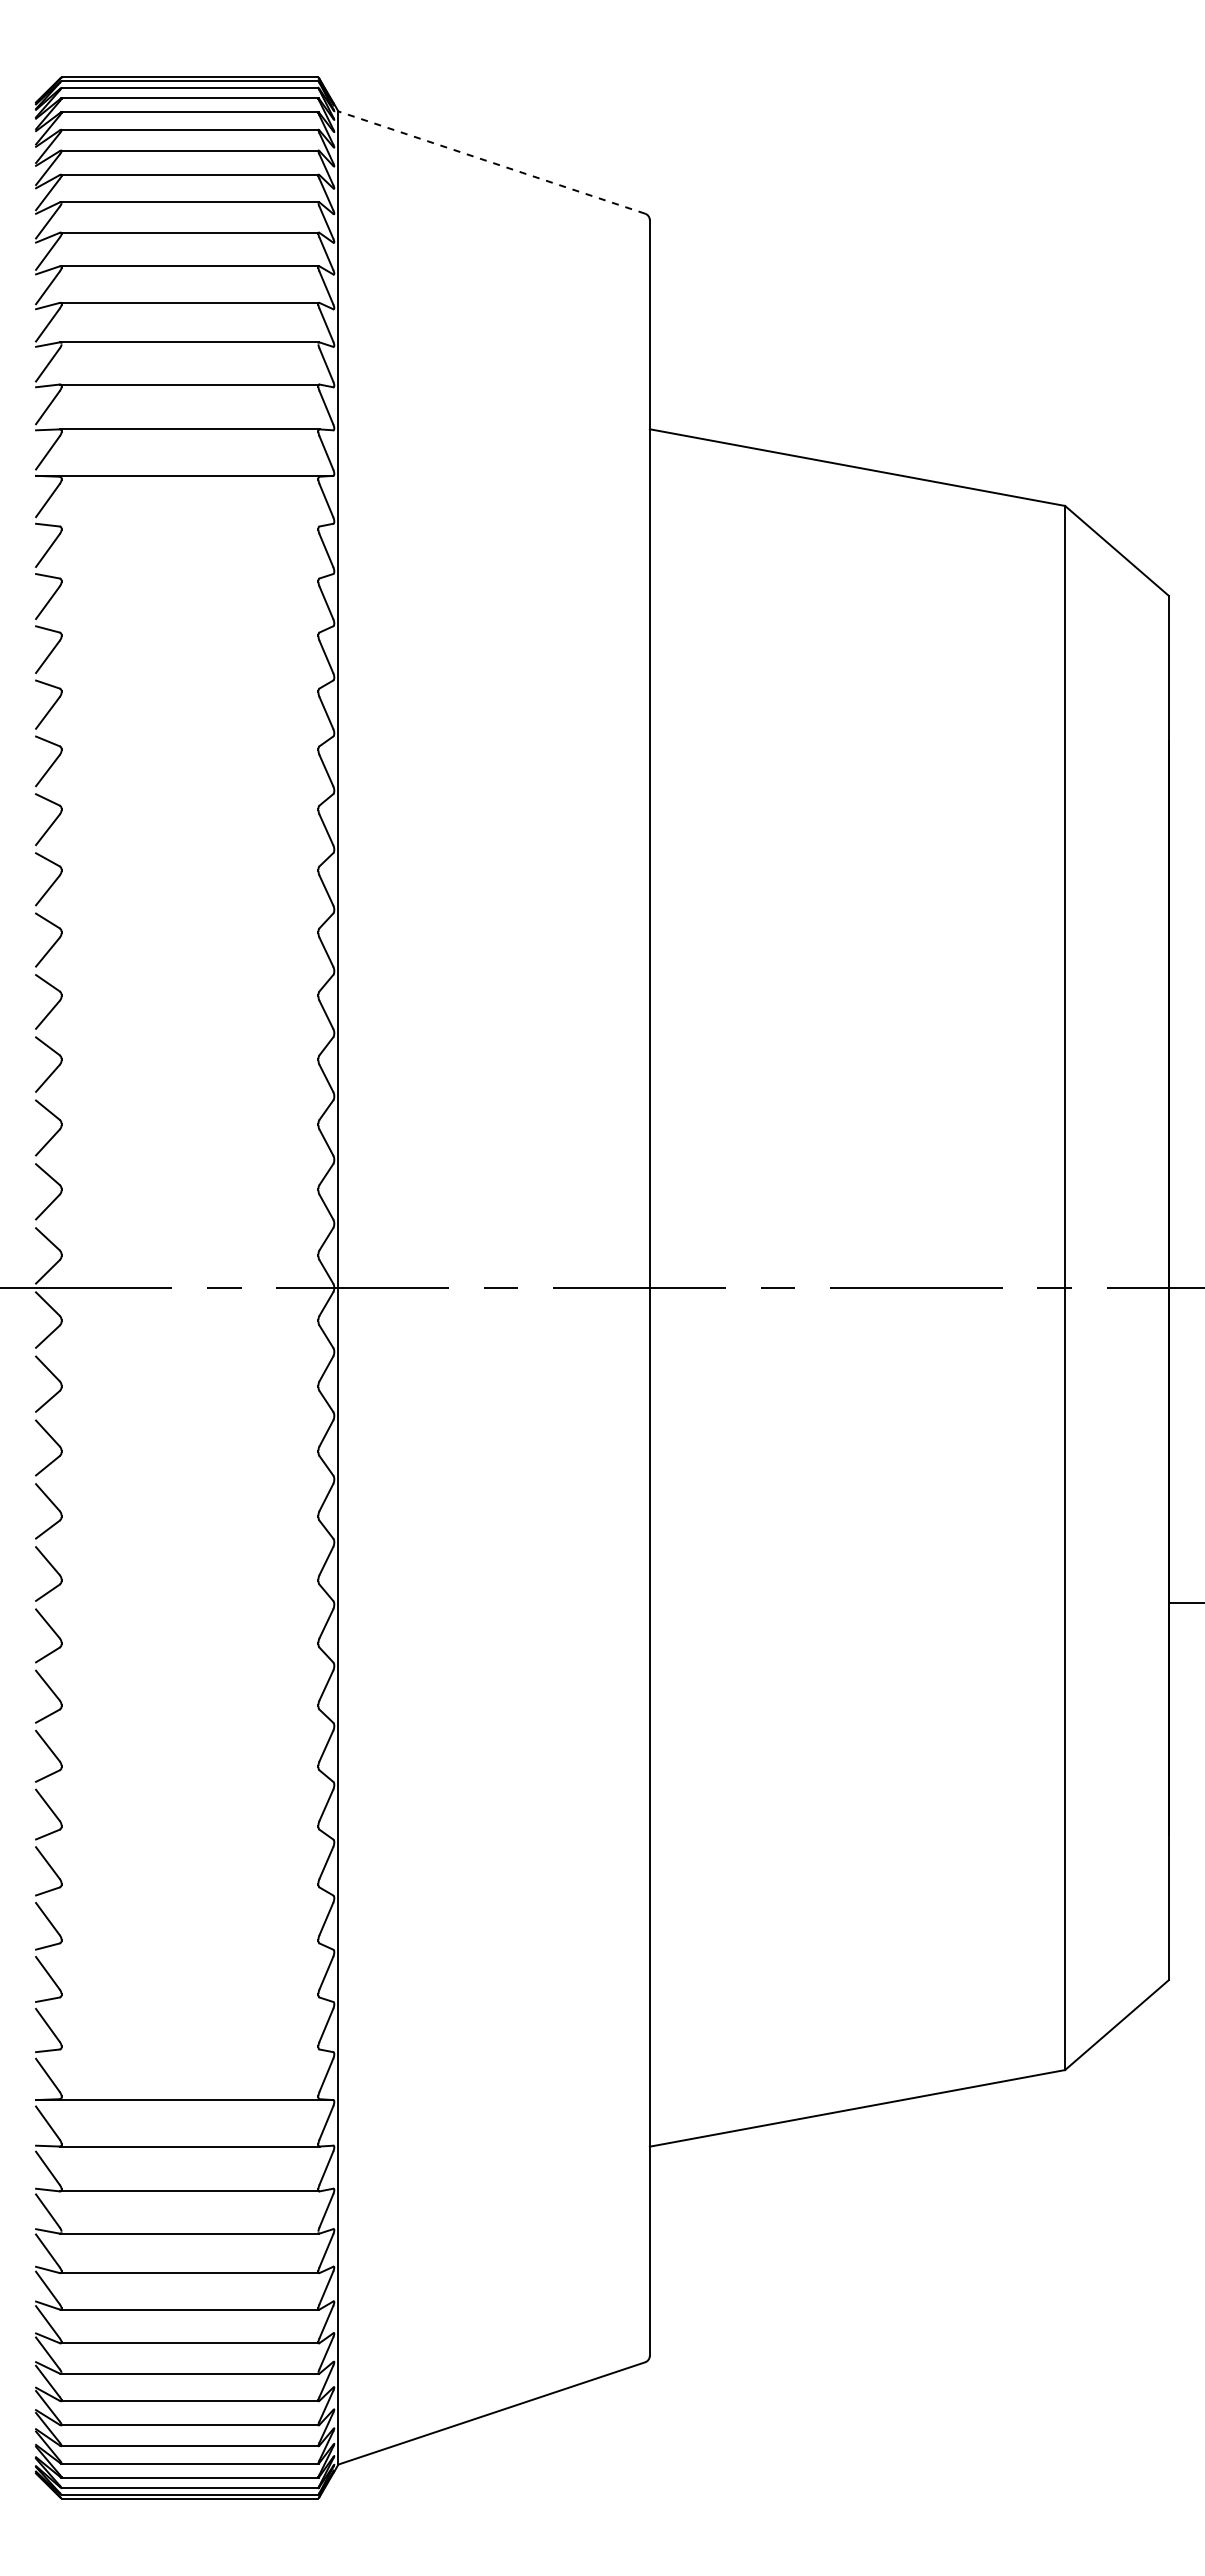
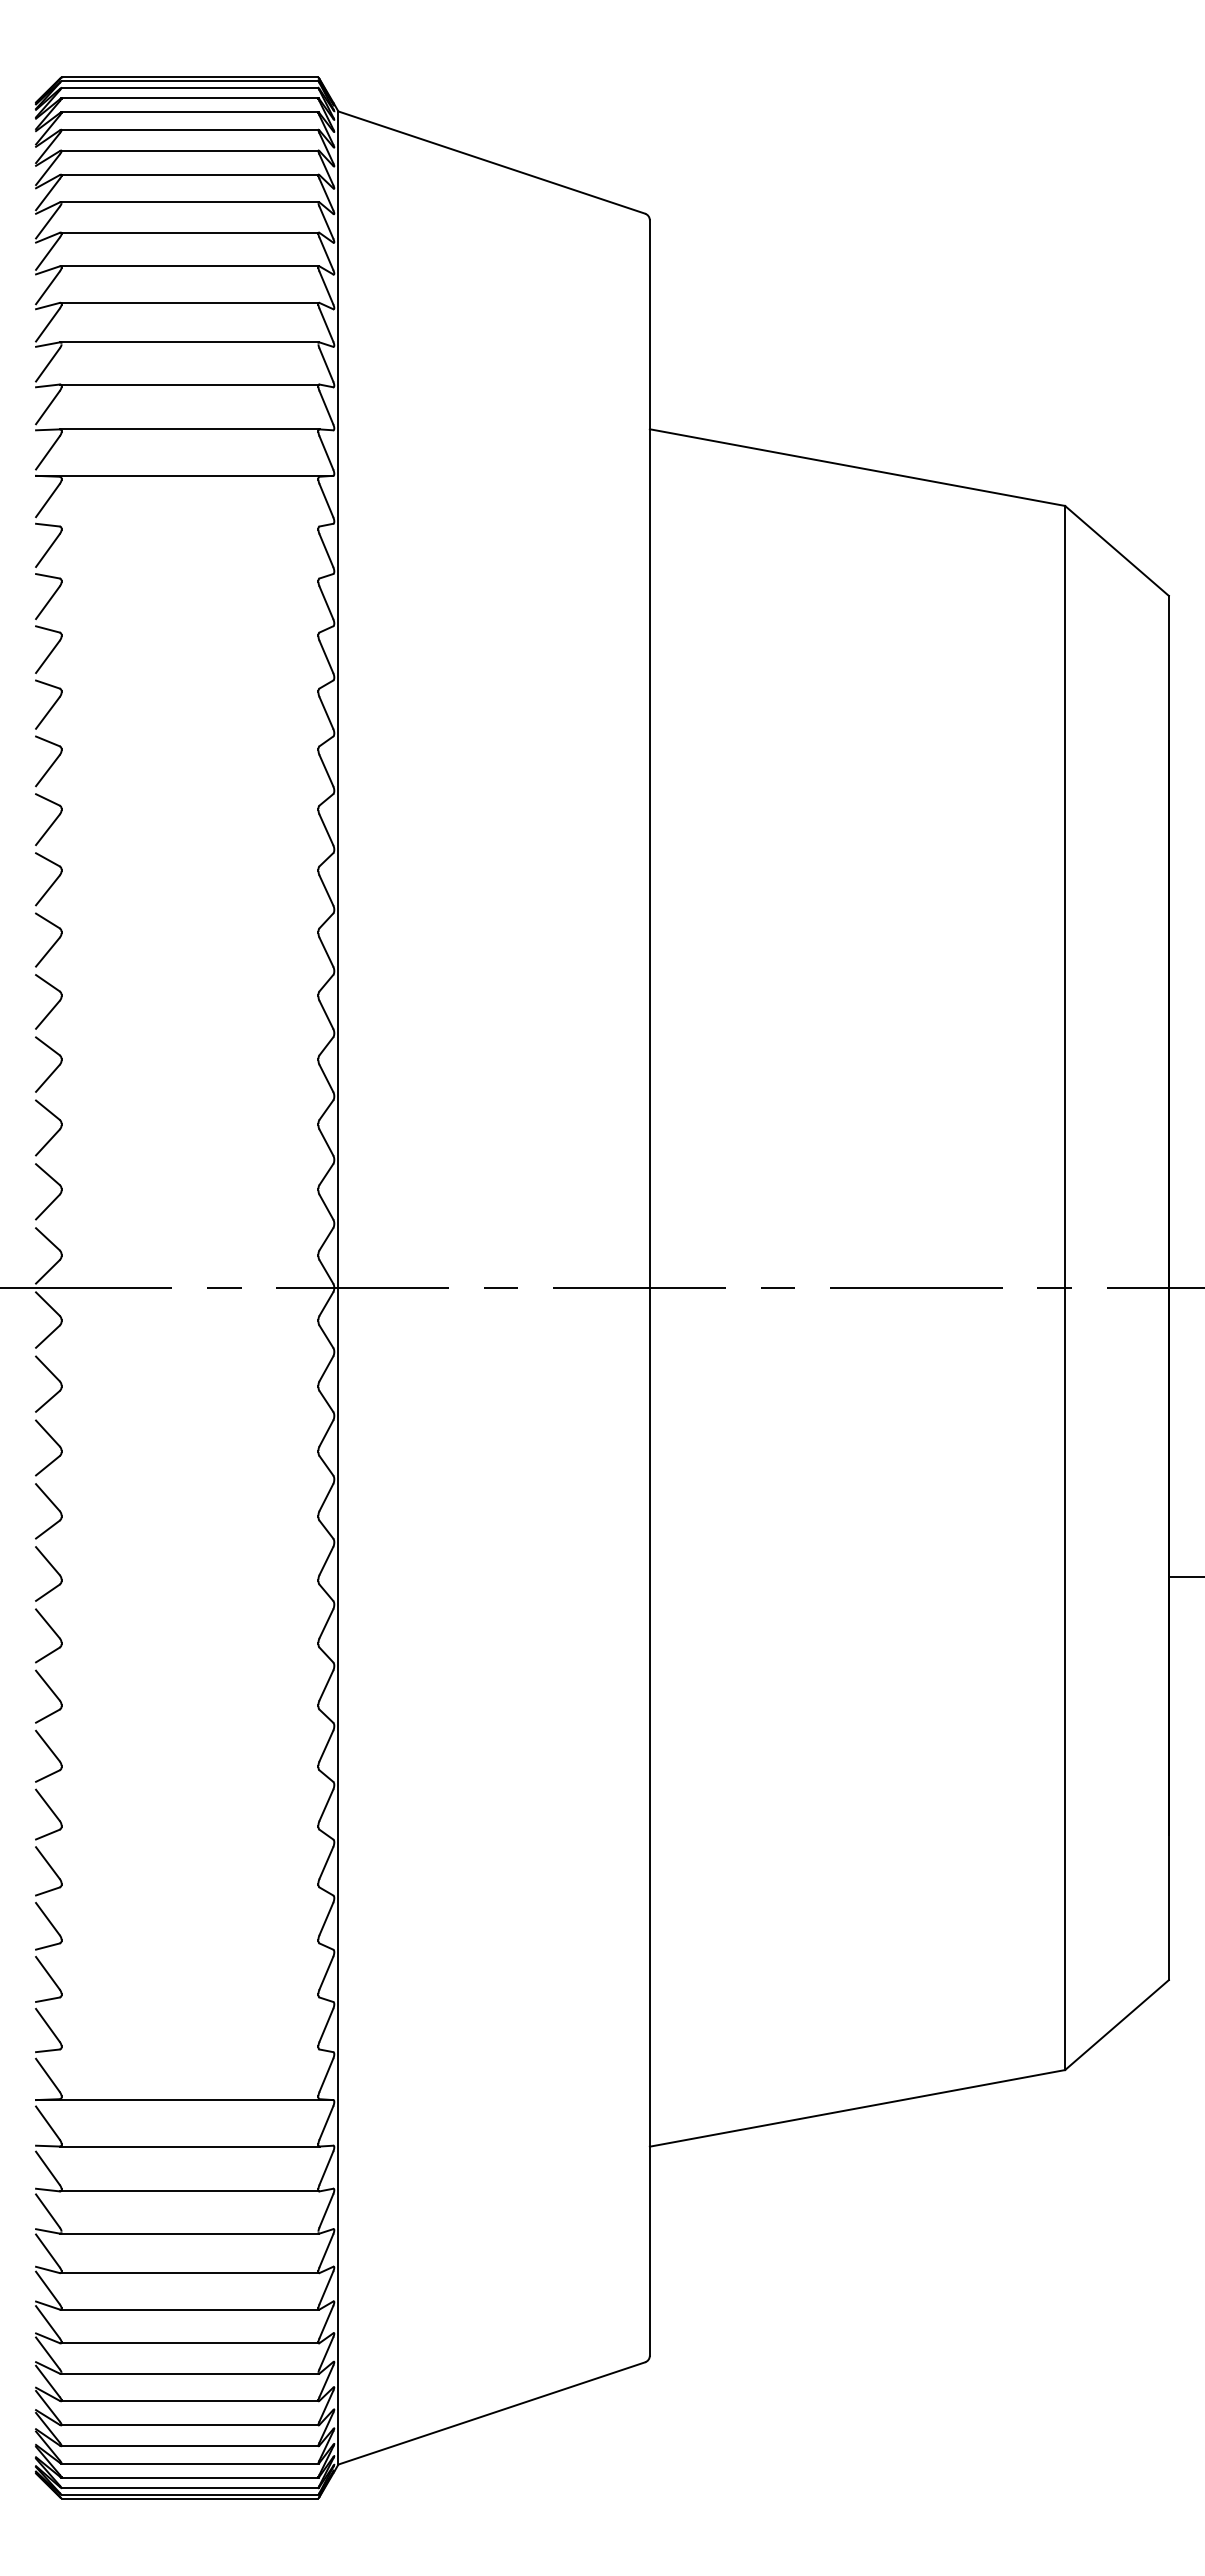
line at (491, 162): dashed -> solid
line at (1184, 1602) position: (1184, 1602) -> (1184, 1576)
